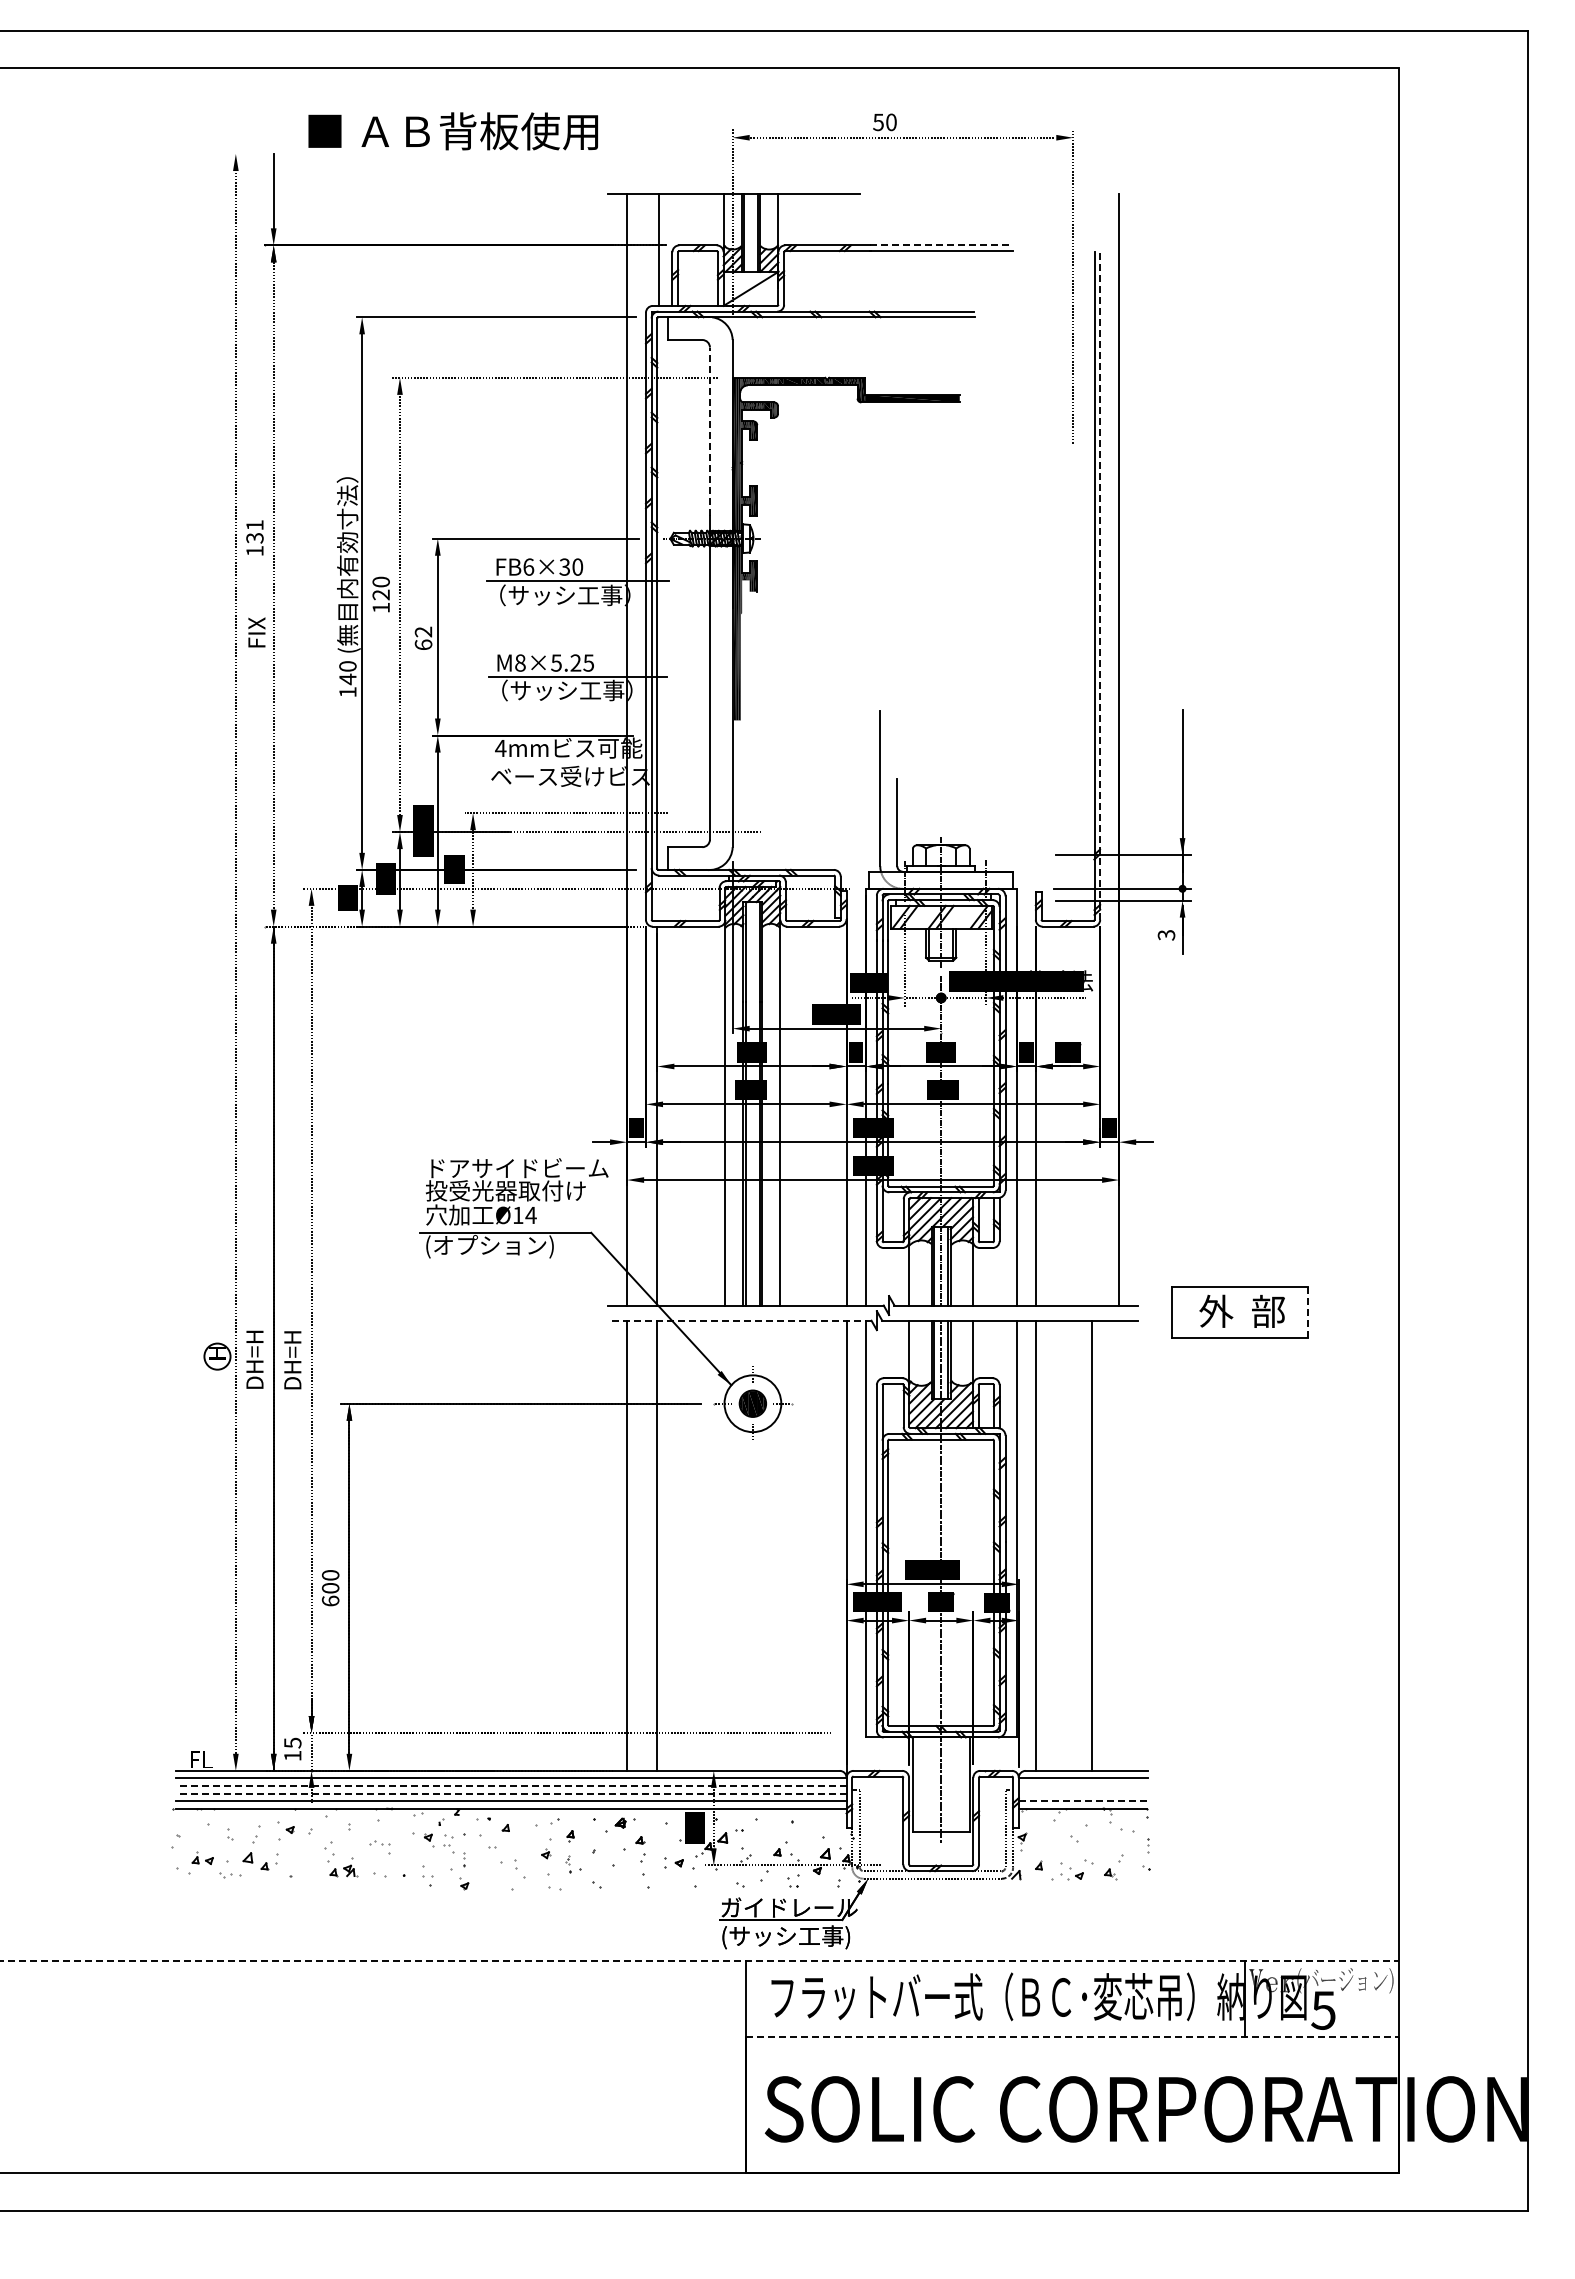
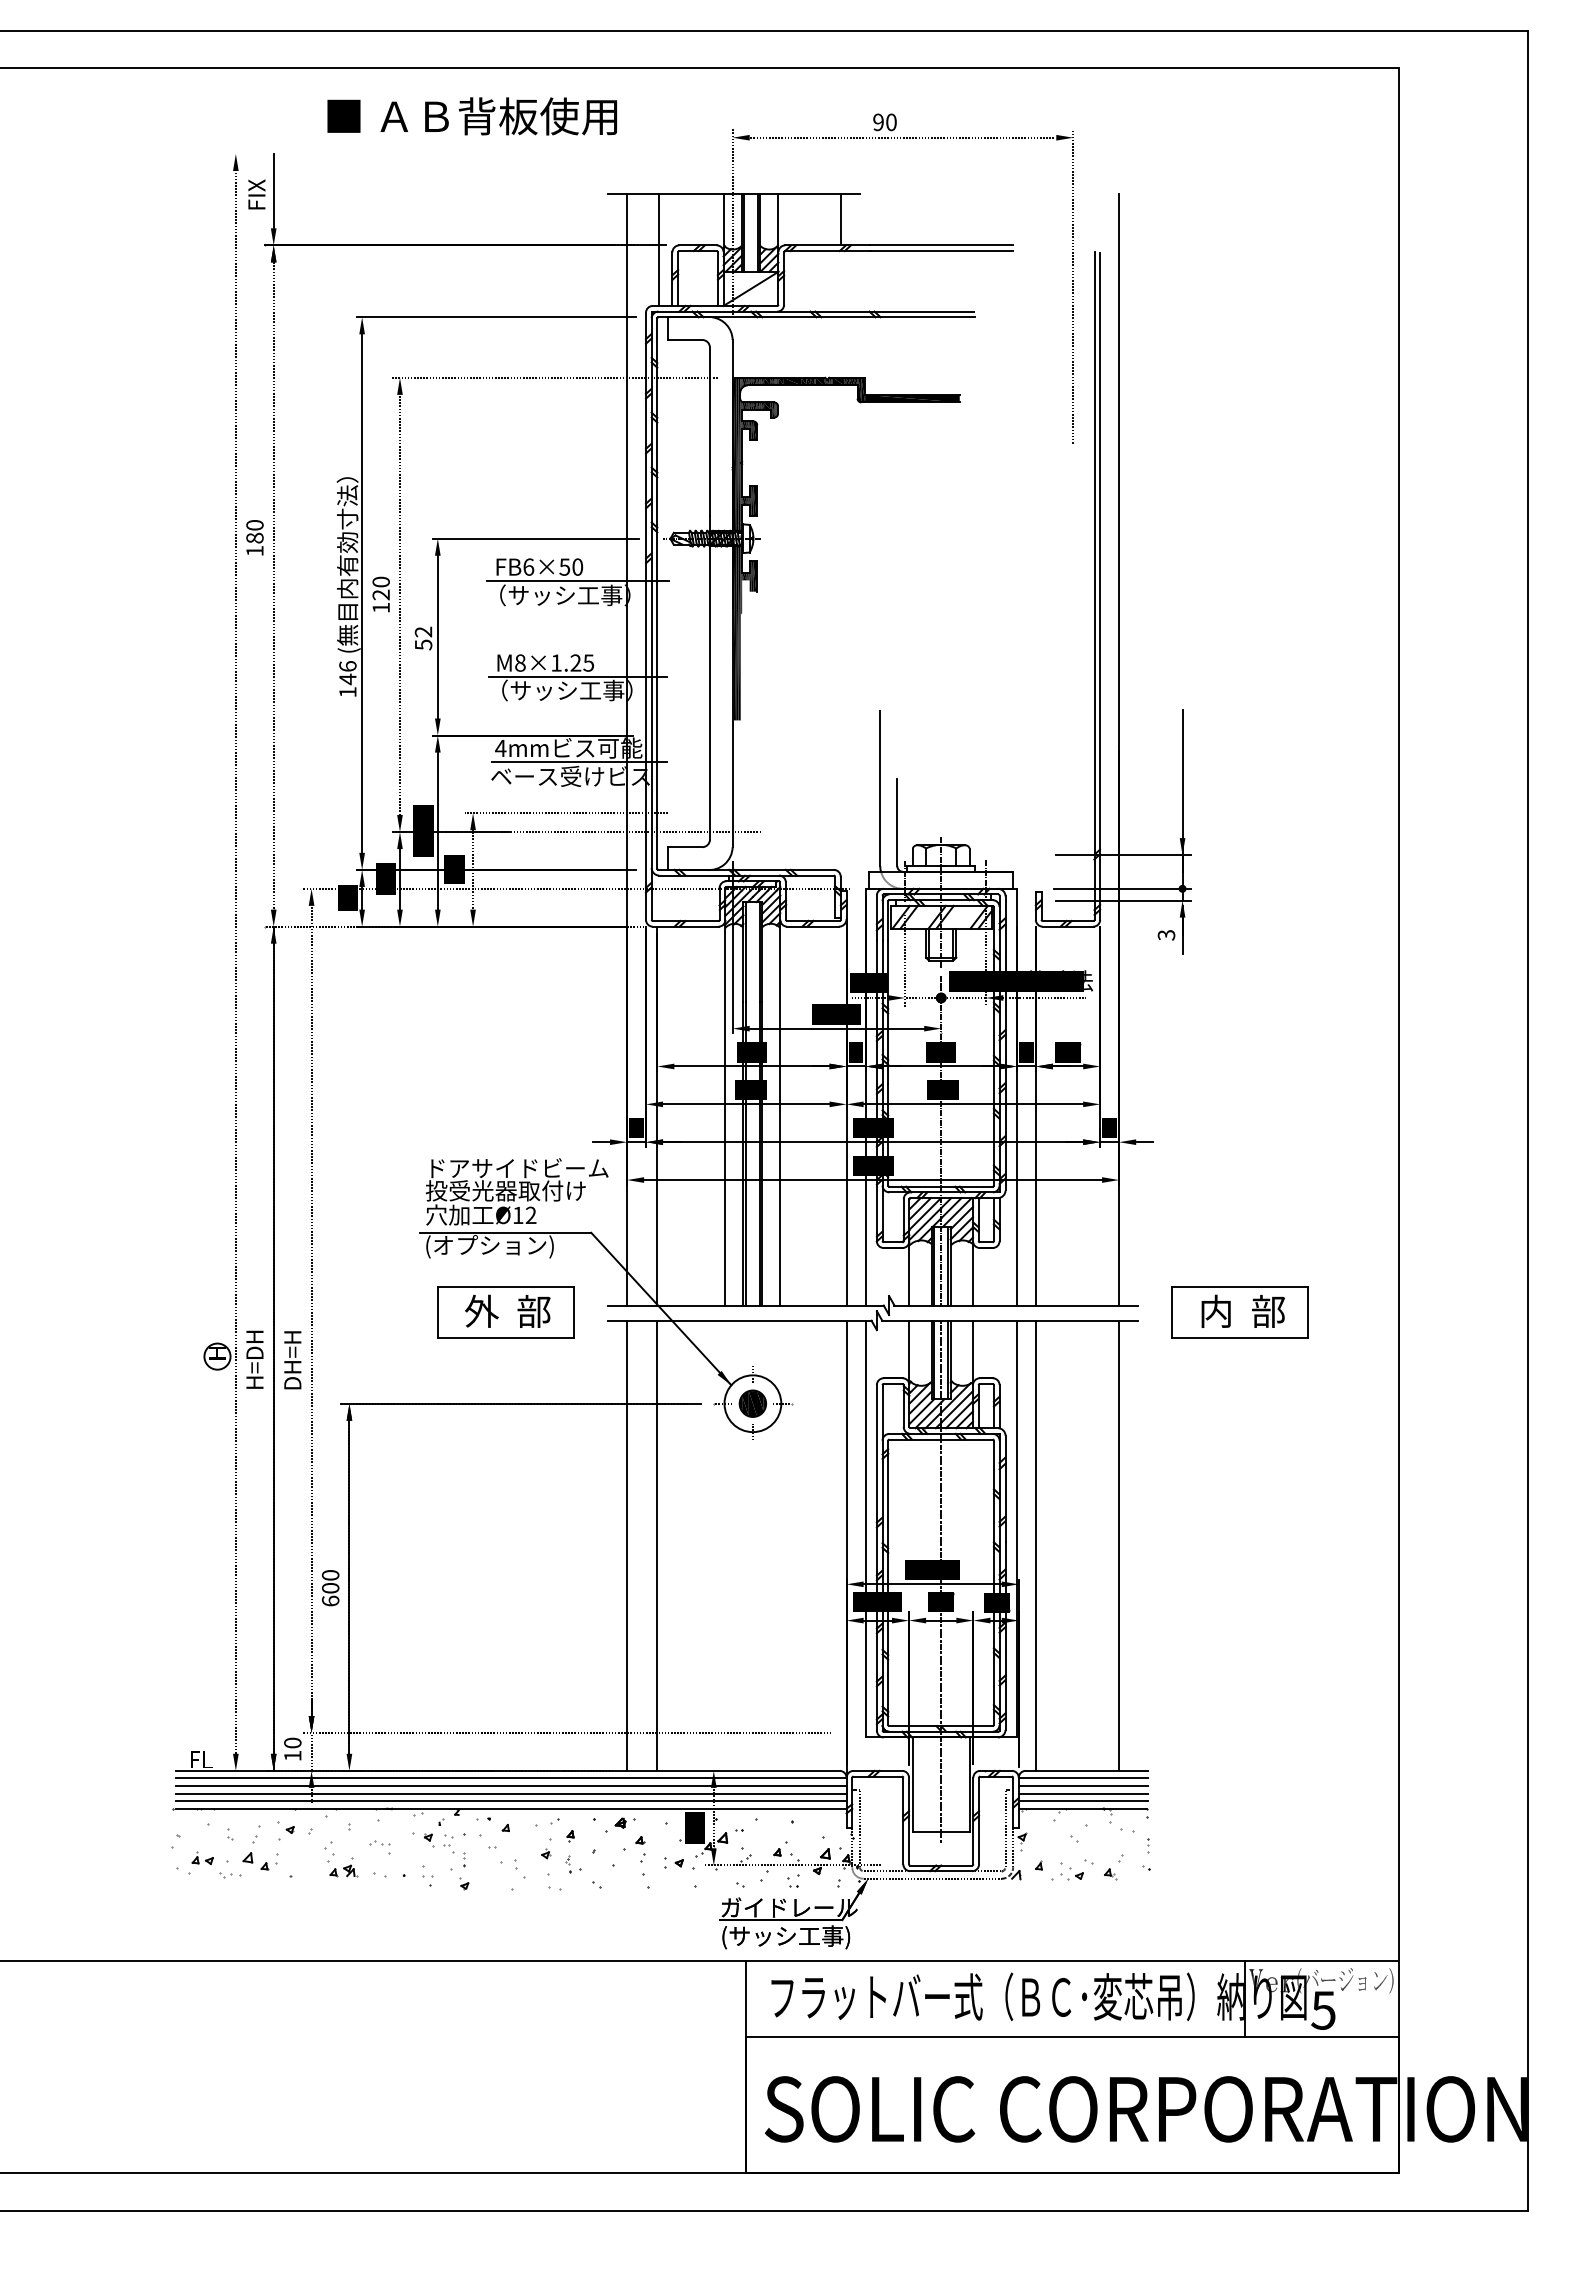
text at (878, 121): 50 -> 90
text at (452, 131) position: (452, 131) -> (471, 116)
line at (840, 219): none -> present
line at (941, 245): dashed -> solid
line at (709, 431): dashed -> solid
text at (254, 531): 131 -> 180
text at (565, 566): FB6×30 -> FB6×50
line at (1100, 586): dashed -> solid
text at (256, 632) position: (256, 632) -> (256, 194)
text at (423, 644): 62 -> 52
text at (556, 662): M8×5.25 -> M8×1.25
text at (347, 666): 140 -> 146
line at (579, 761): none -> present
text at (530, 1214): Ø14 -> Ø12
text at (1216, 1310): 外  部 -> 内  部
part at (505, 1312): none -> present
line at (1308, 1312): dashed -> solid
line at (739, 1320): dashed -> solid
text at (254, 1366): DH=H -> H=DH
line at (1092, 1545) position: (1092, 1545) -> (1119, 1545)
text at (292, 1742): 15 -> 10
line at (510, 1786): dashed -> solid
line at (1083, 1786): none -> present
line at (510, 1793): dashed -> solid
line at (1083, 1793): none -> present
line at (1083, 1801): dashed -> solid
line at (700, 1960): dashed -> solid
line at (1073, 2036): dashed -> solid
